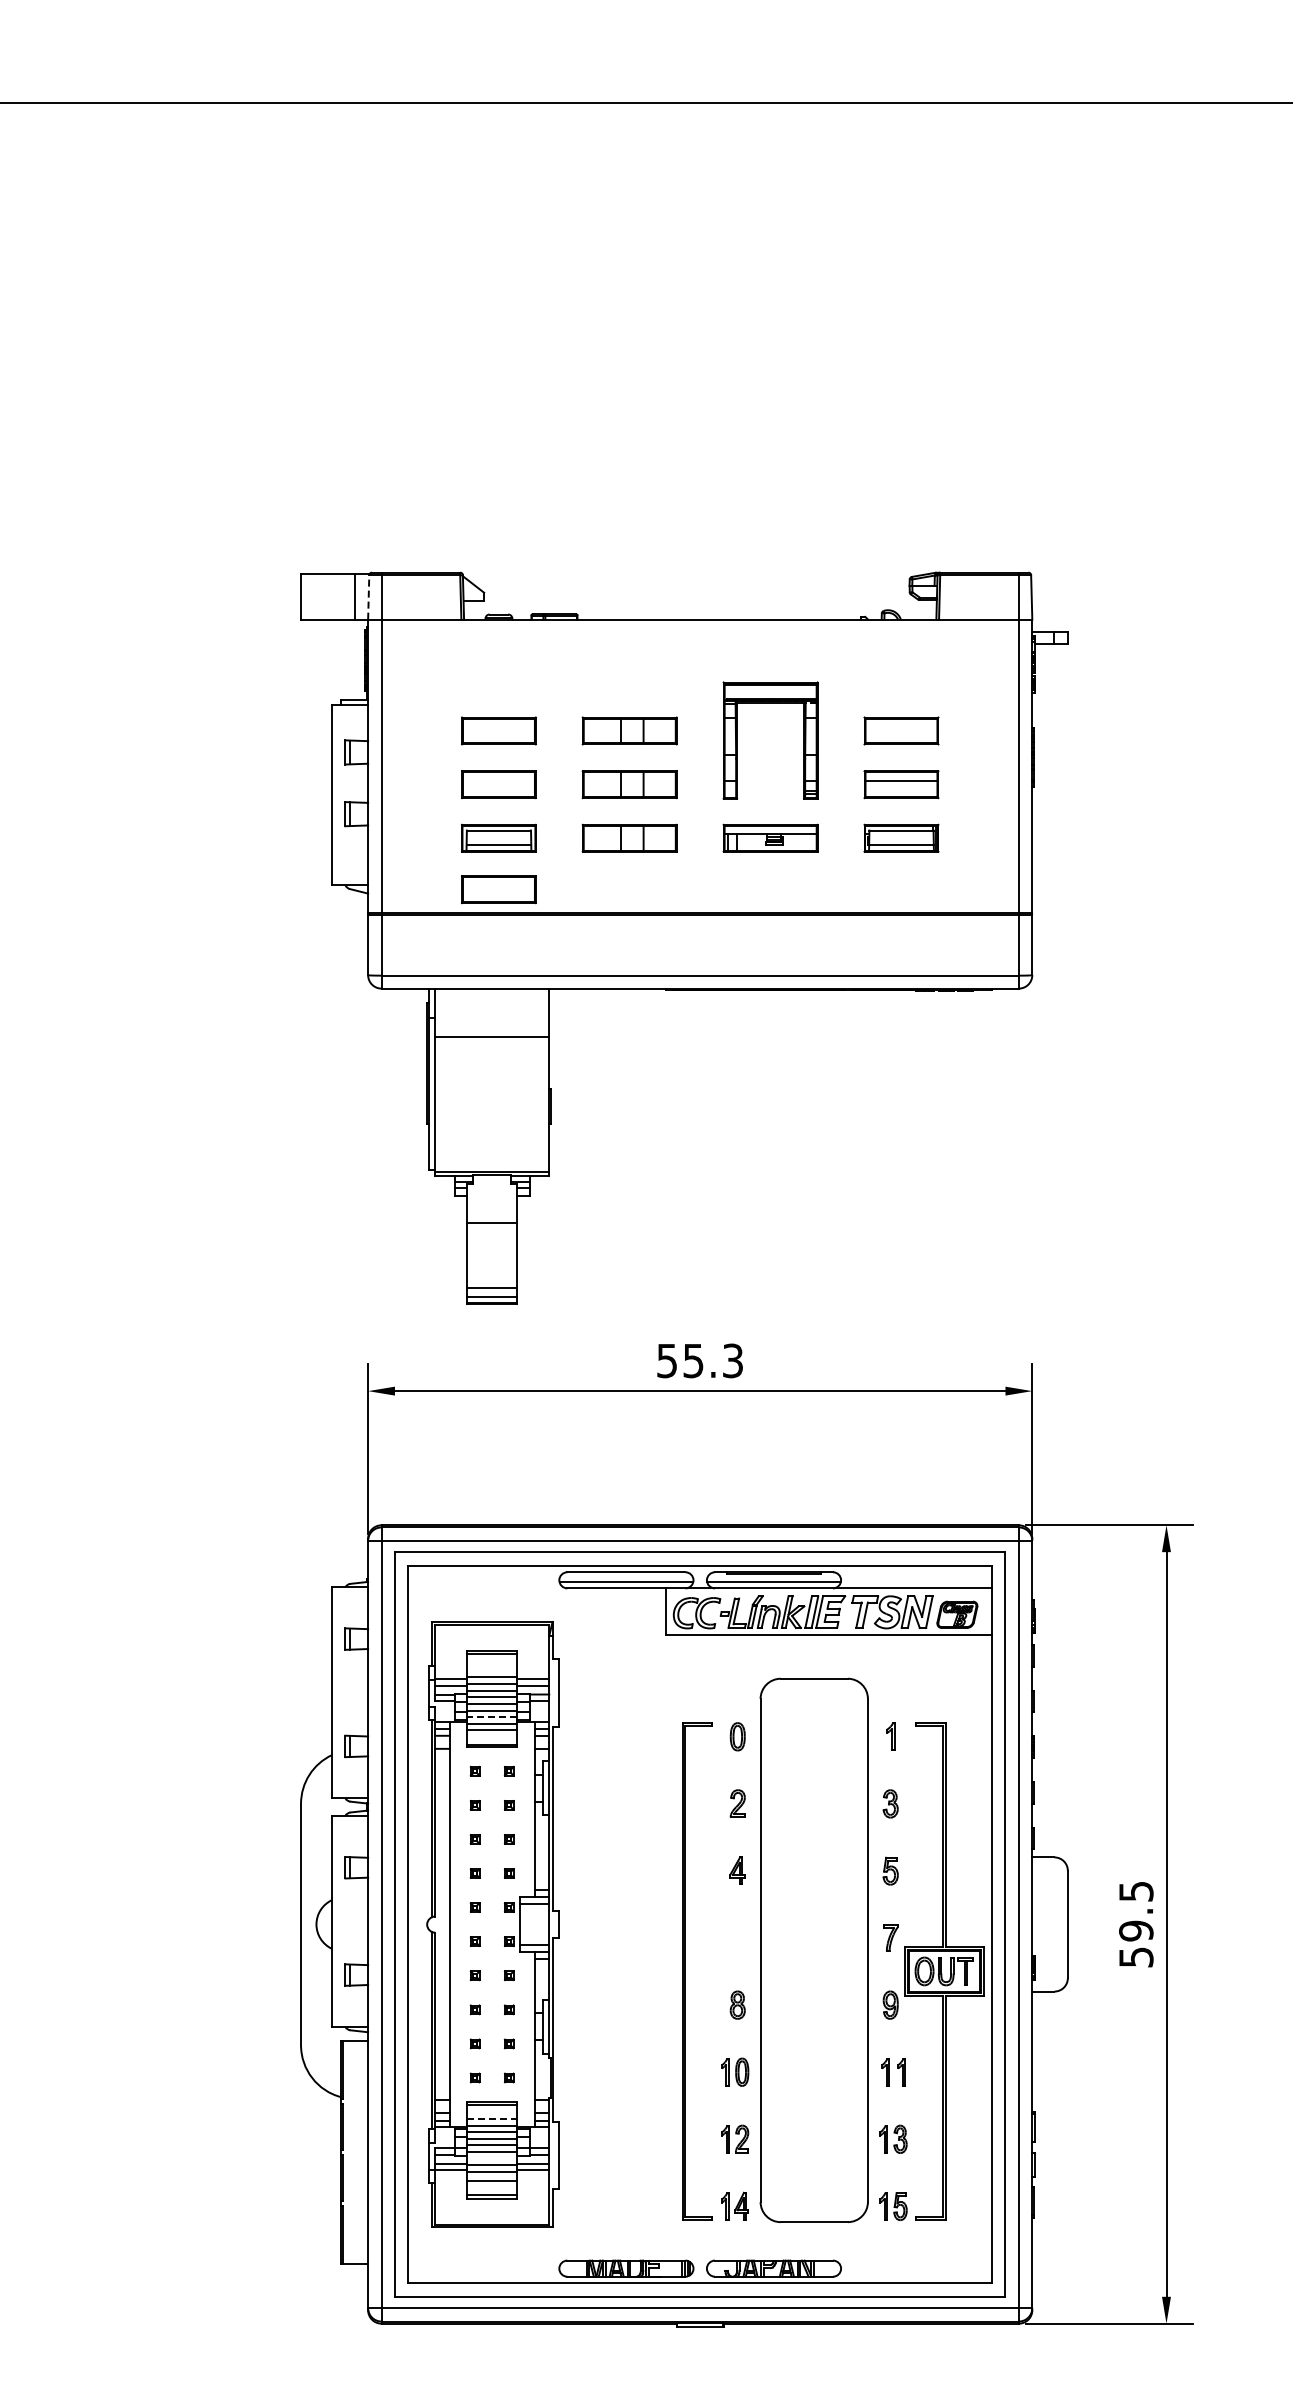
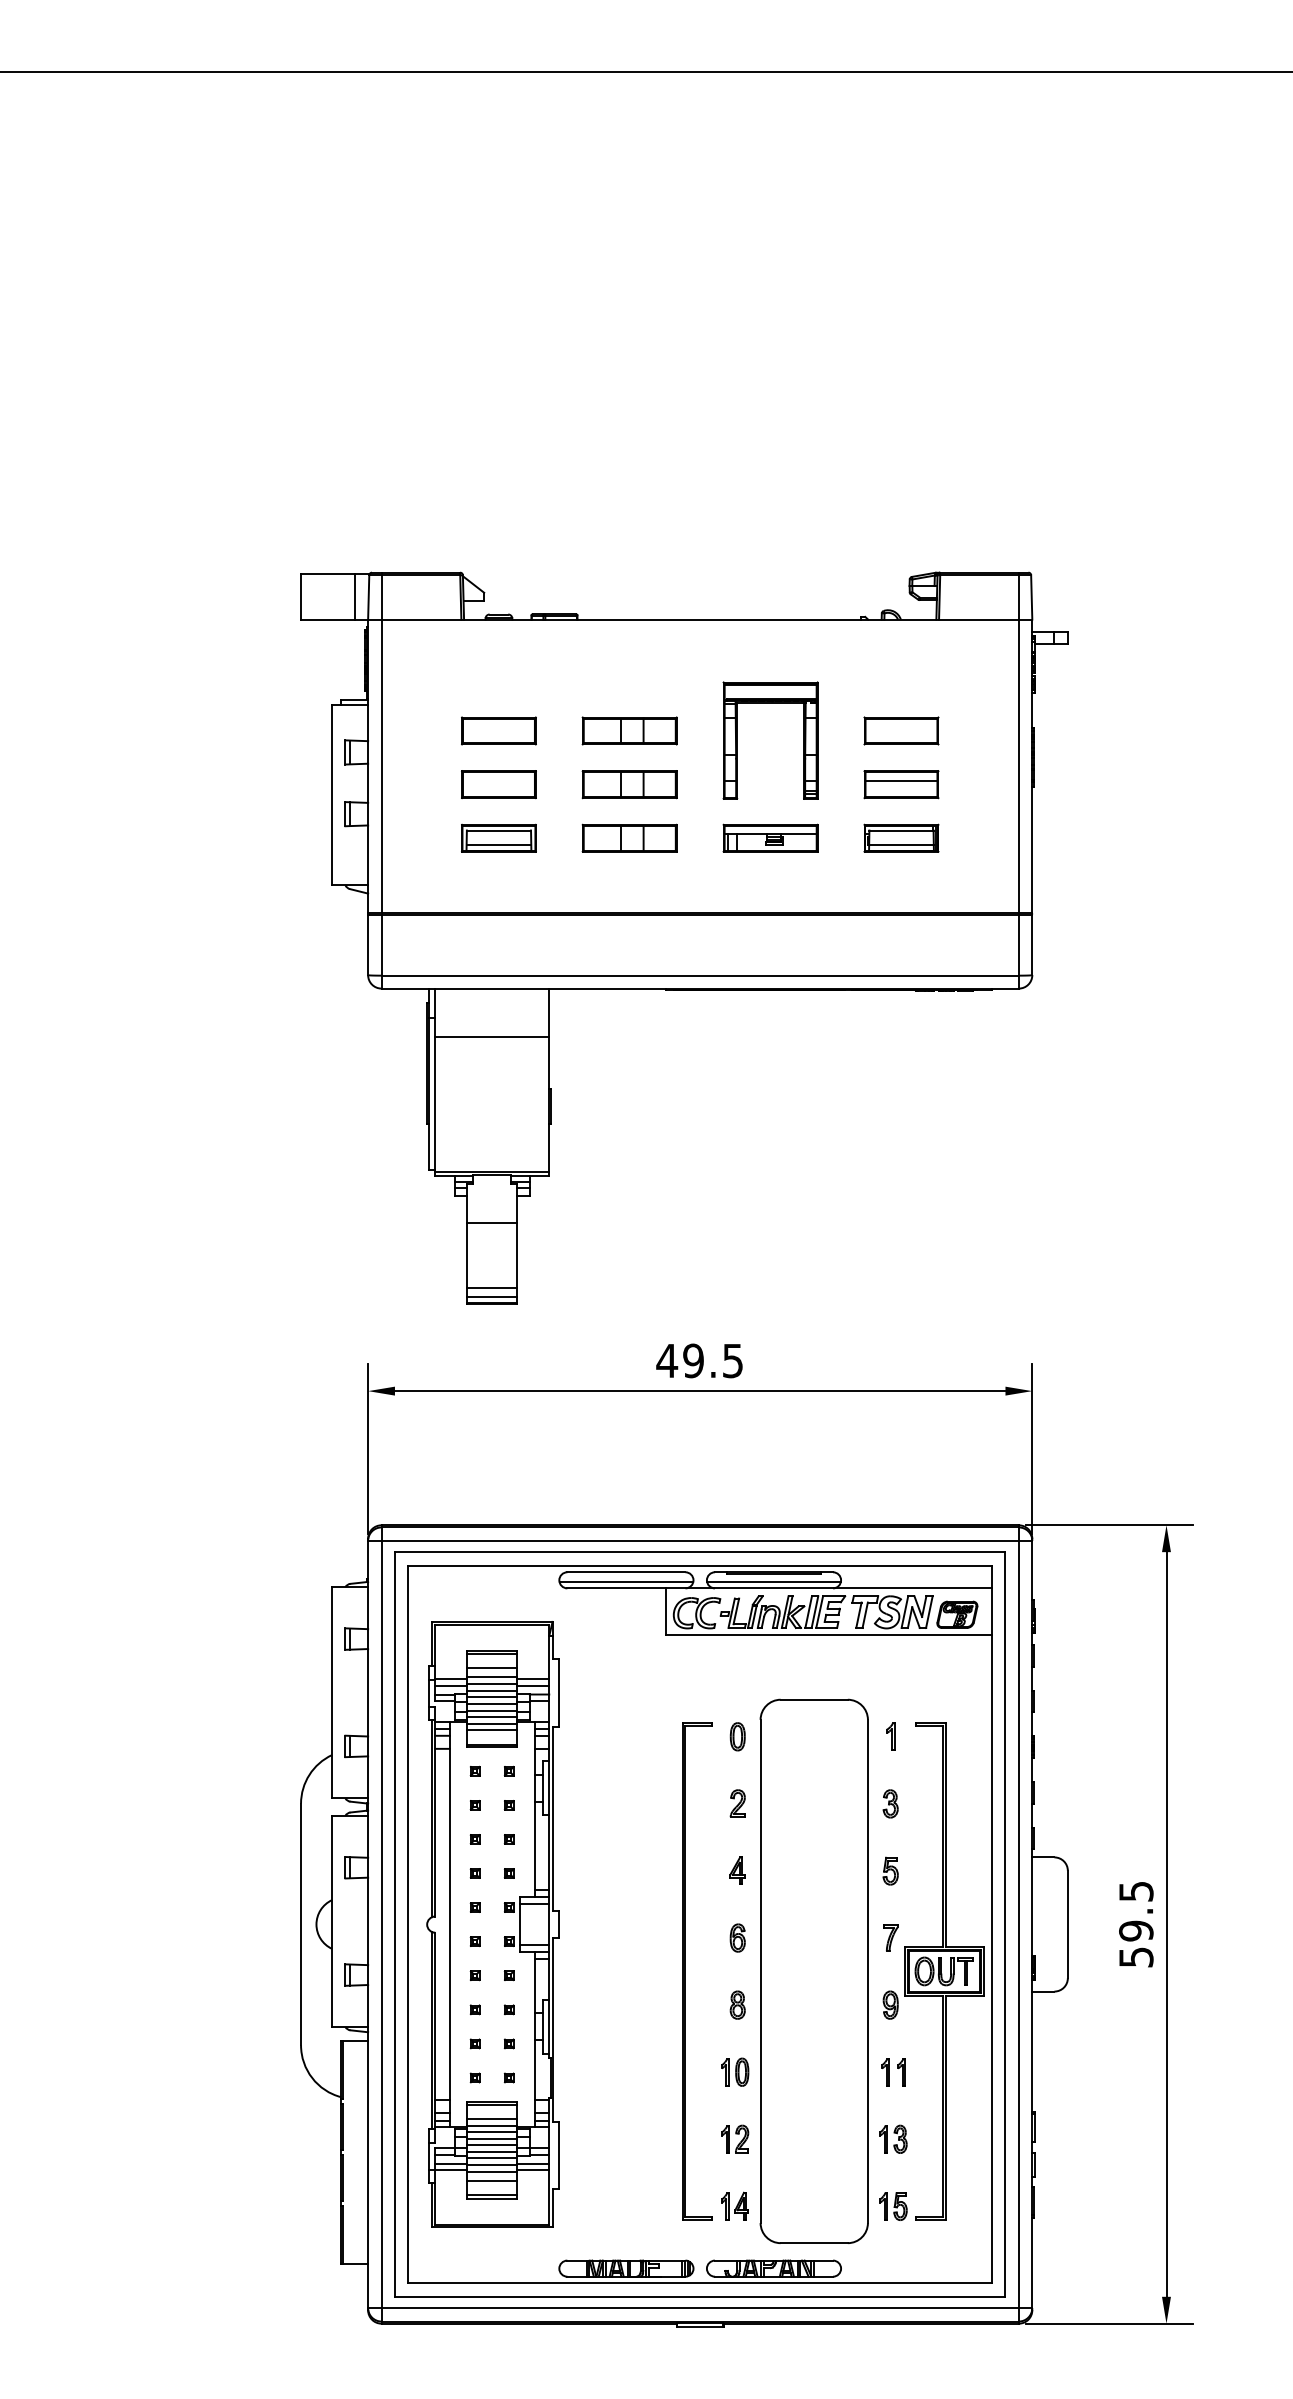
line at (645, 102) position: (645, 102) -> (645, 71)
line at (368, 596): dashed -> solid
part at (498, 889): present -> none
text at (699, 1360): 55.3 -> 49.5
line at (492, 1667): none -> present
line at (492, 1717): dashed -> solid
part at (737, 1937): none -> present
part at (813, 1949) position: (813, 1949) -> (813, 1970)
line at (492, 2119): dashed -> solid
line at (492, 2158): none -> present
